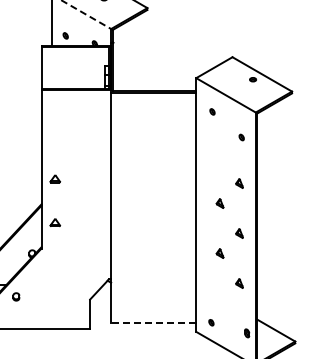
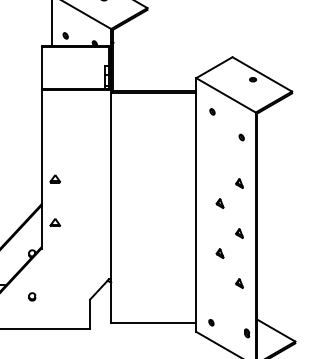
line at (86, 14): dashed -> solid
part at (16, 296) position: (16, 296) -> (32, 296)
line at (153, 322): dashed -> solid
